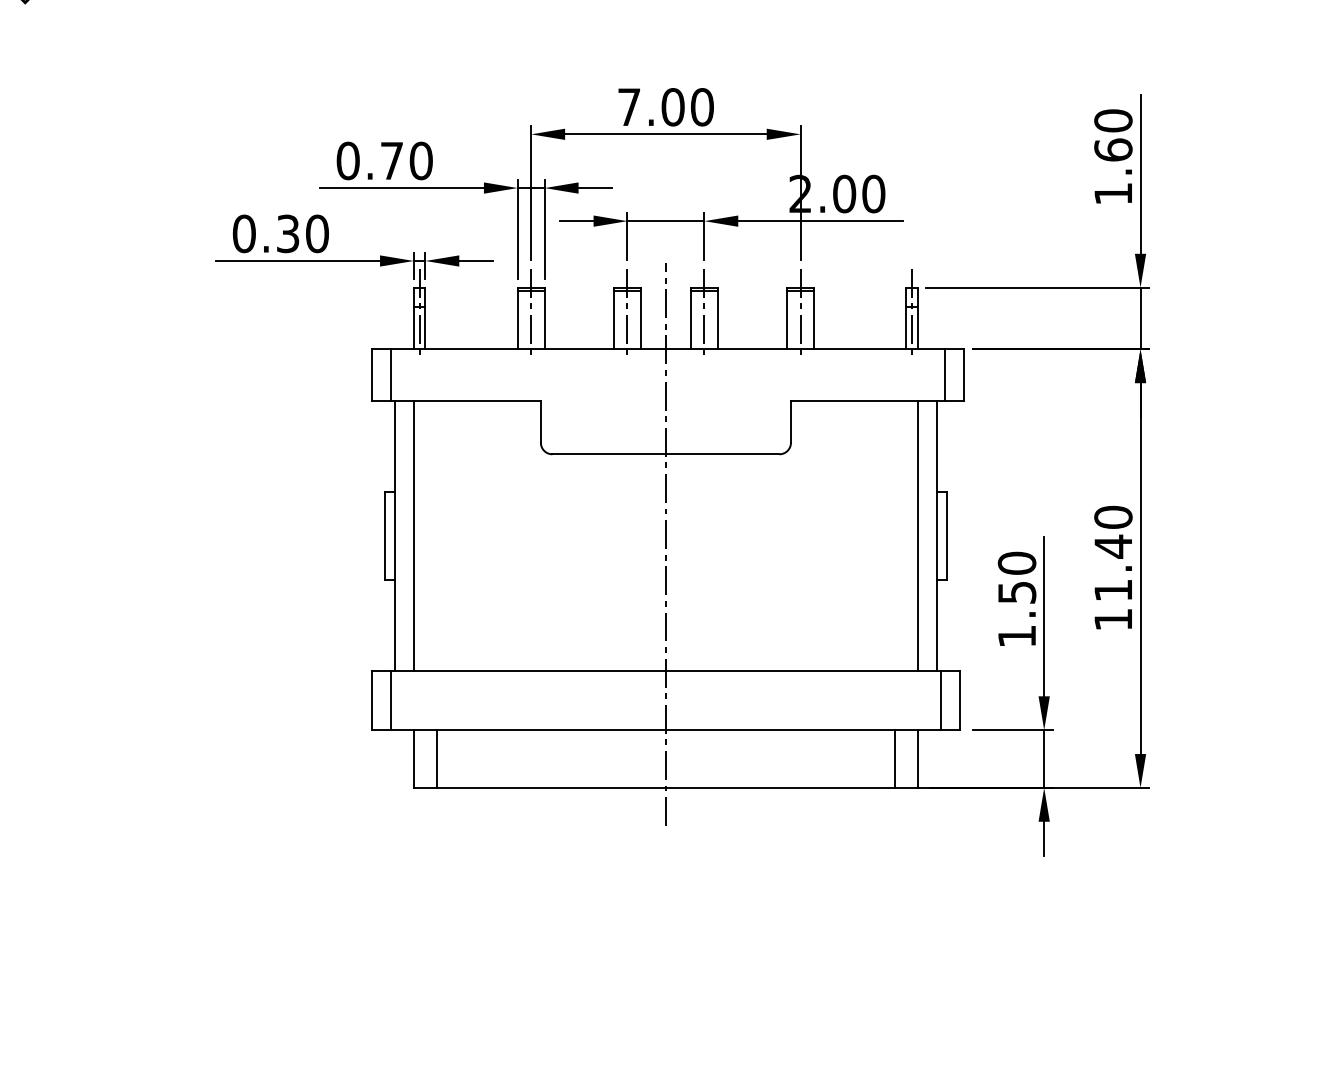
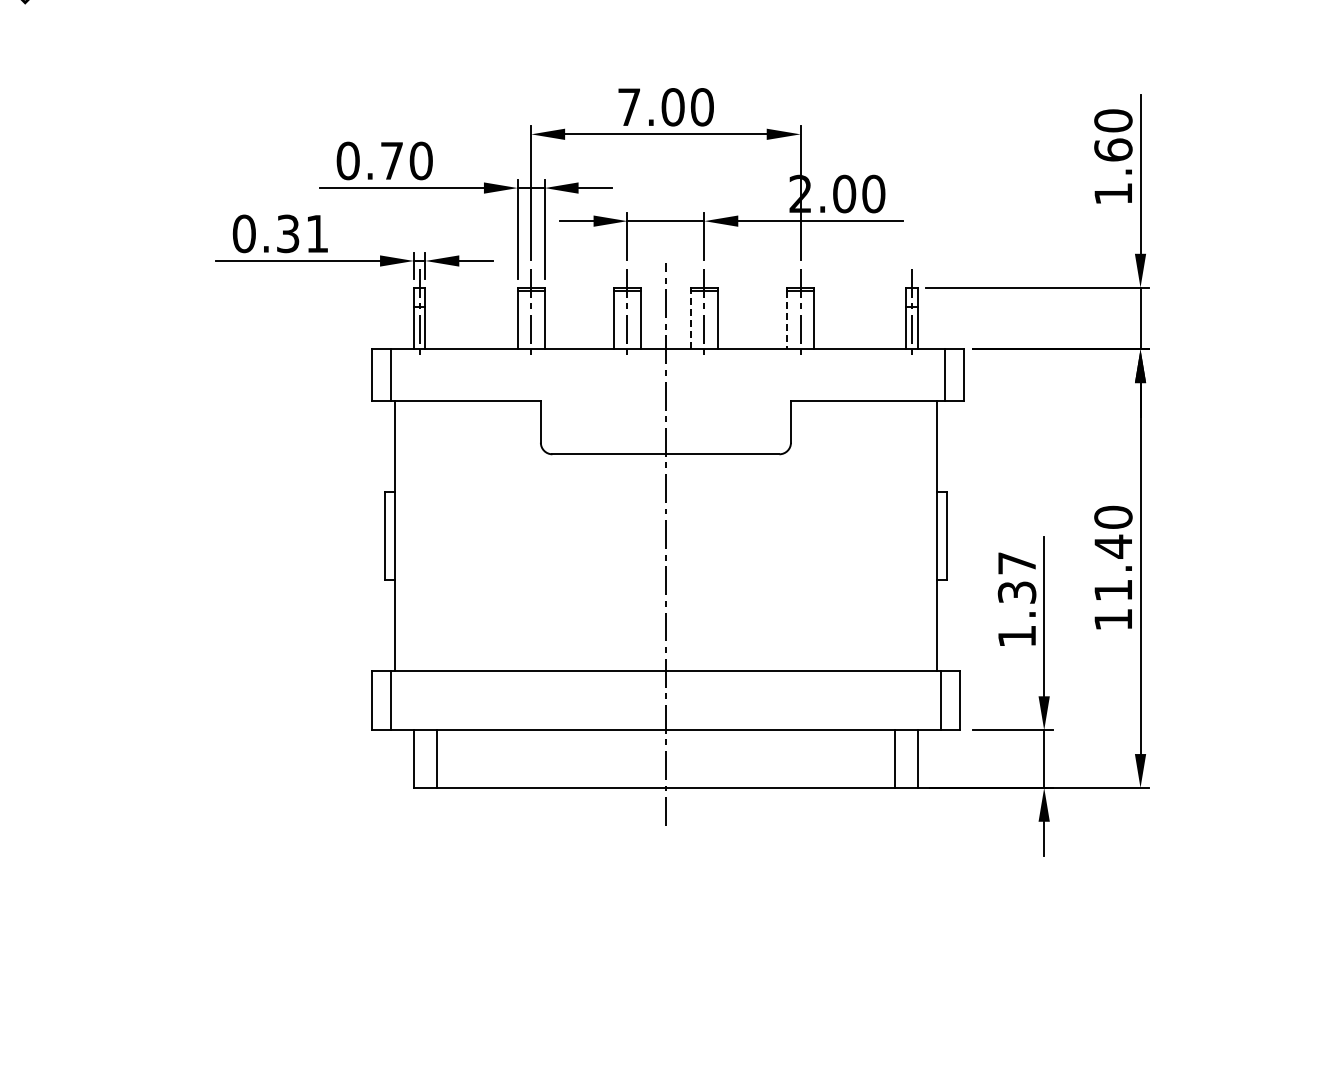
text at (317, 233): 0.30 -> 0.31
line at (690, 319): solid -> dashed
line at (787, 320): solid -> dashed
line at (413, 535): present -> none
line at (917, 535): present -> none
text at (1016, 577): 1.50 -> 1.37
